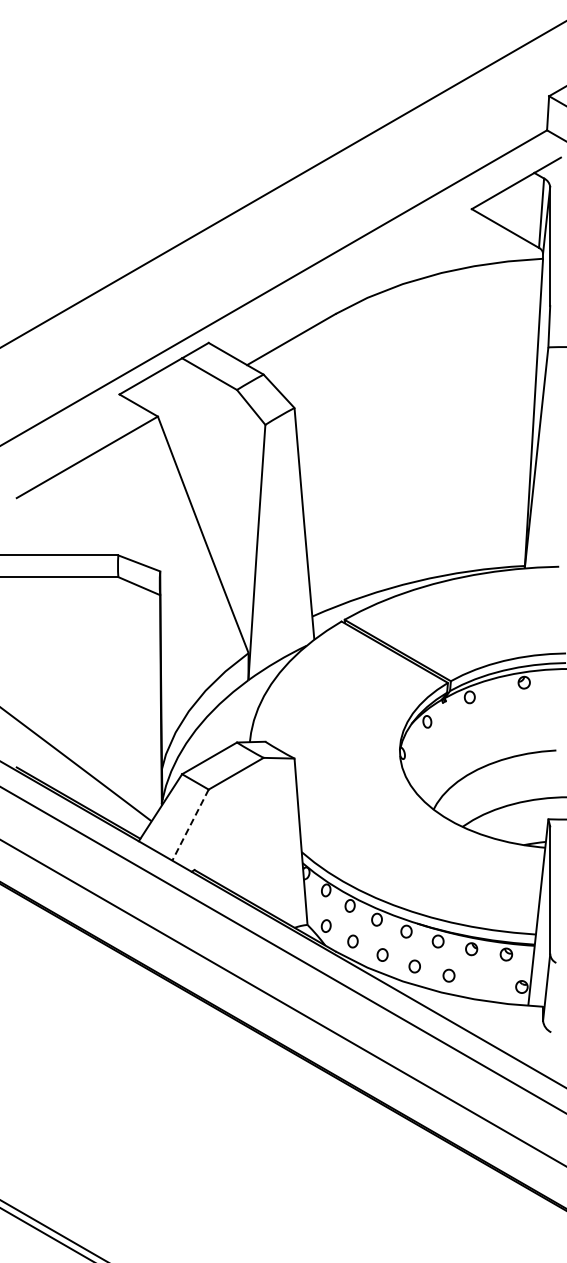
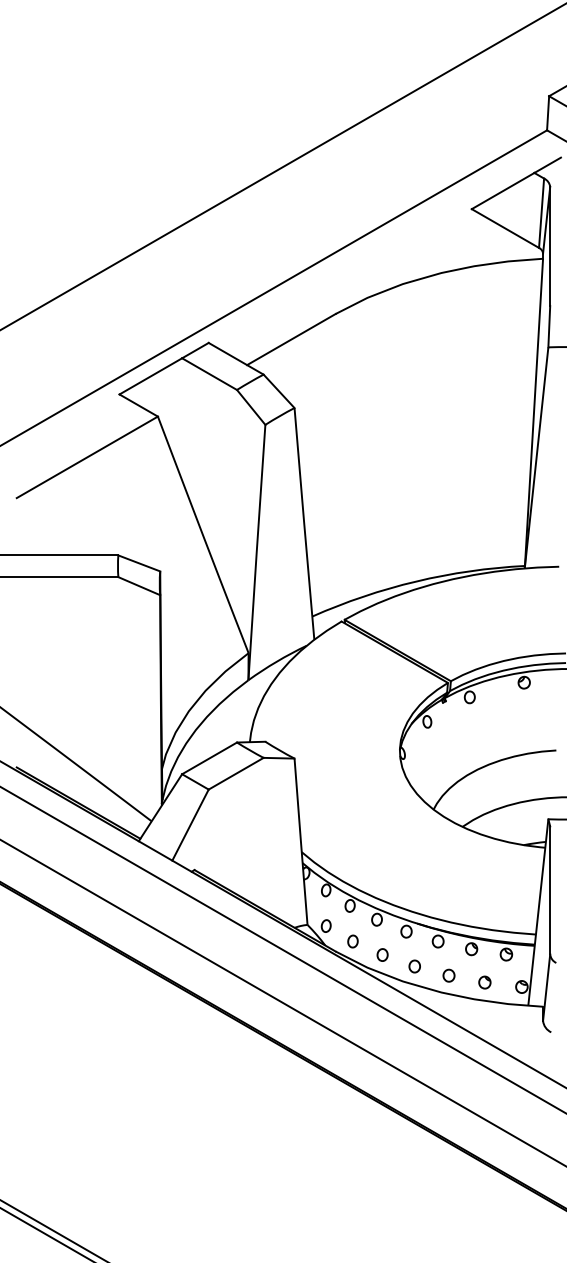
line at (282, 184) position: (282, 184) -> (282, 167)
line at (190, 825): dashed -> solid
part at (484, 982): none -> present
